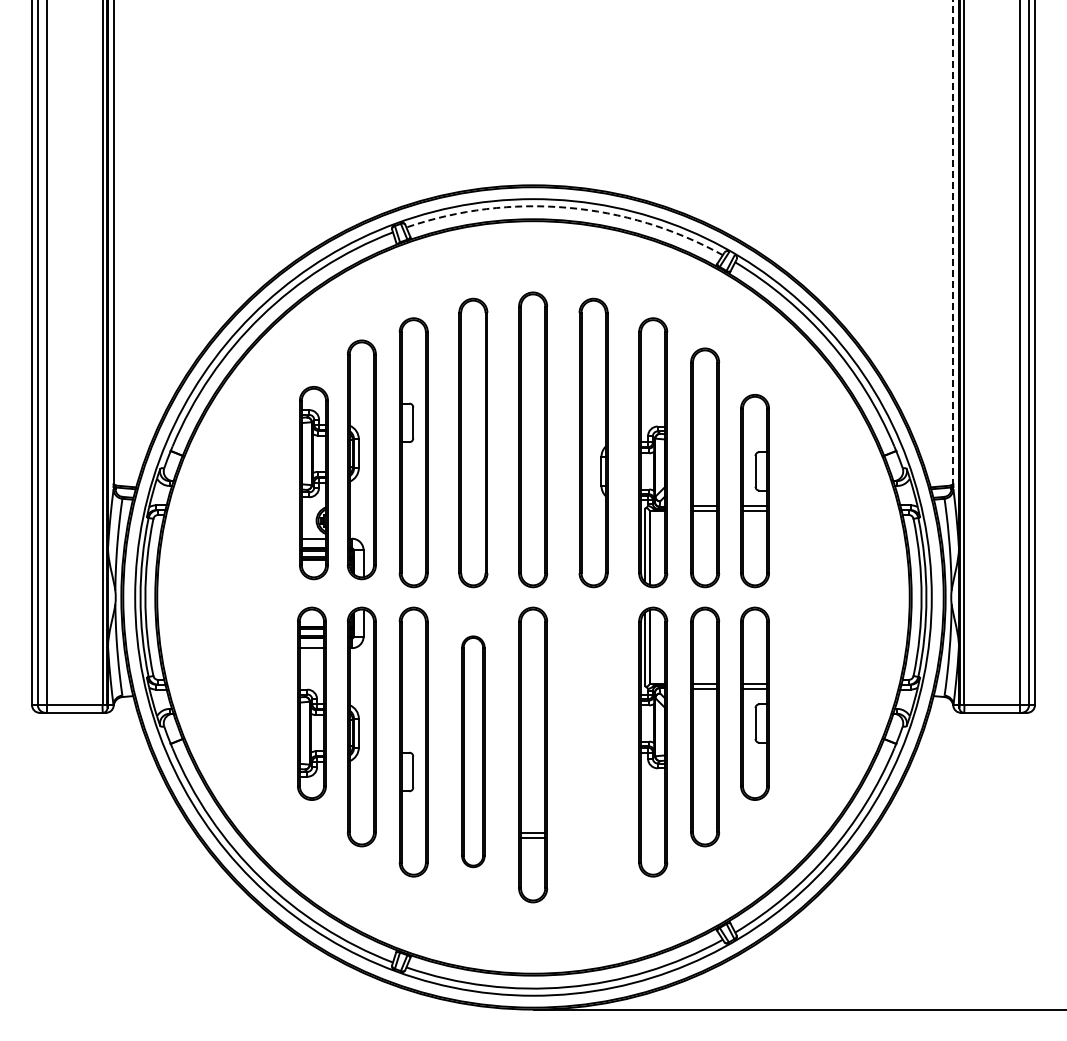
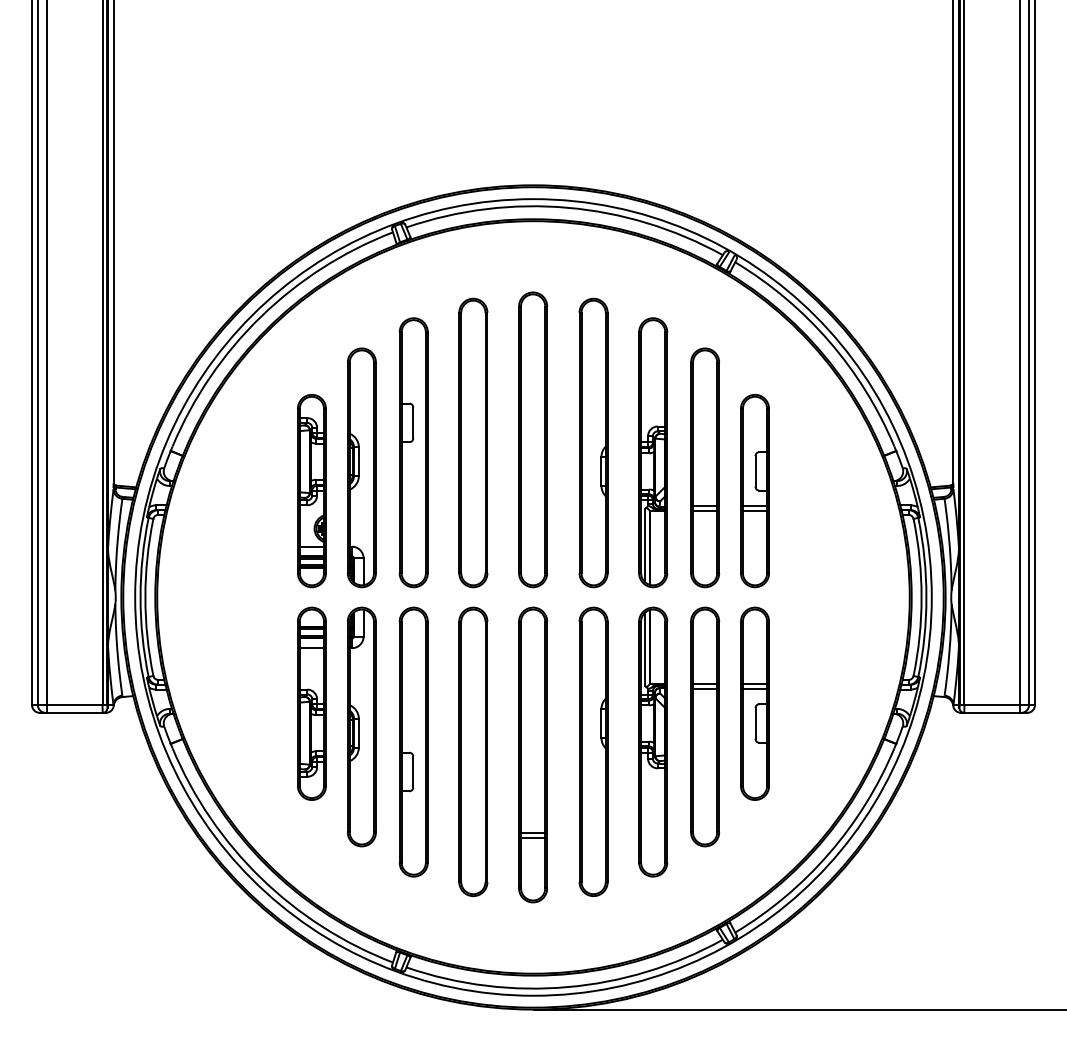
arc at (567, 207): dashed -> solid
line at (953, 242): dashed -> solid
part at (361, 459) position: (361, 459) -> (361, 467)
part at (313, 483) position: (313, 483) -> (311, 491)
part at (473, 751) size: 25x234 px -> 31x291 px
part at (593, 751): none -> present
